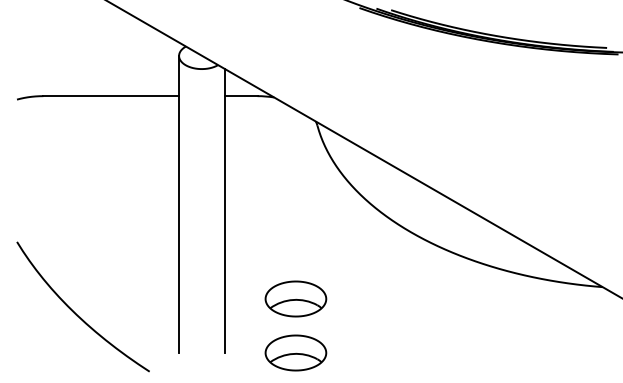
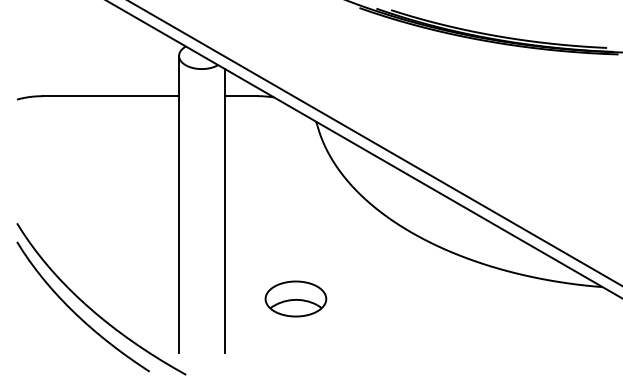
line at (374, 143): none -> present
curve at (95, 311): none -> present
part at (295, 352): present -> none
